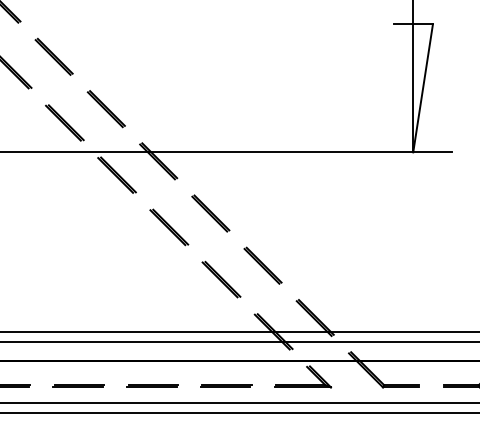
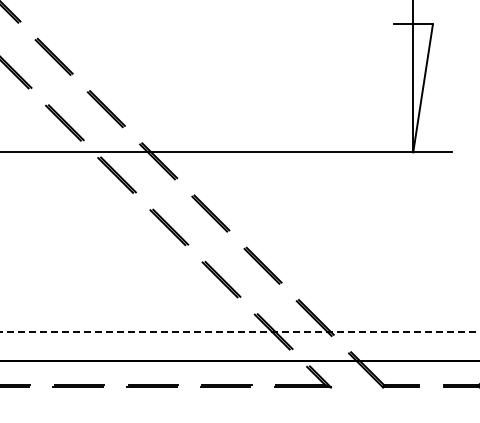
line at (239, 331): solid -> dashed
line at (239, 342): present -> none
line at (239, 403): present -> none
line at (239, 413): present -> none
